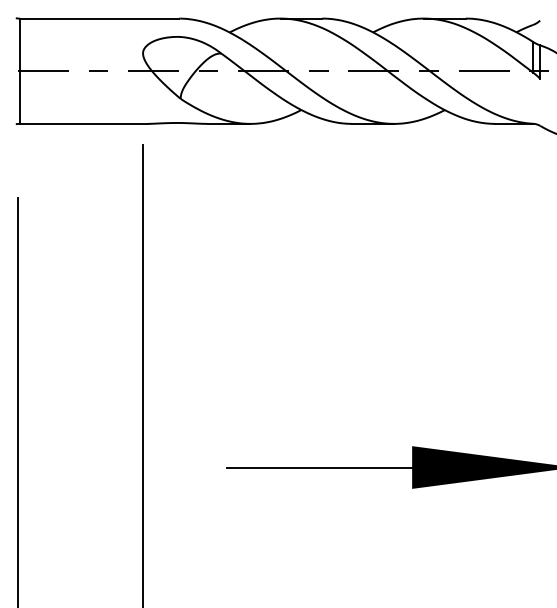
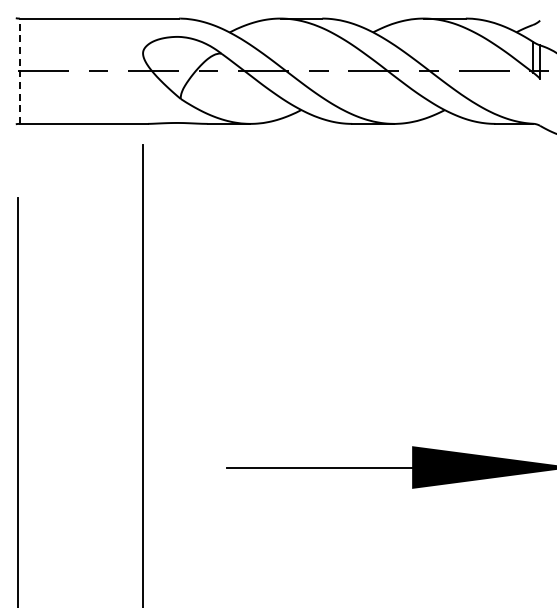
line at (19, 71): solid -> dashed
